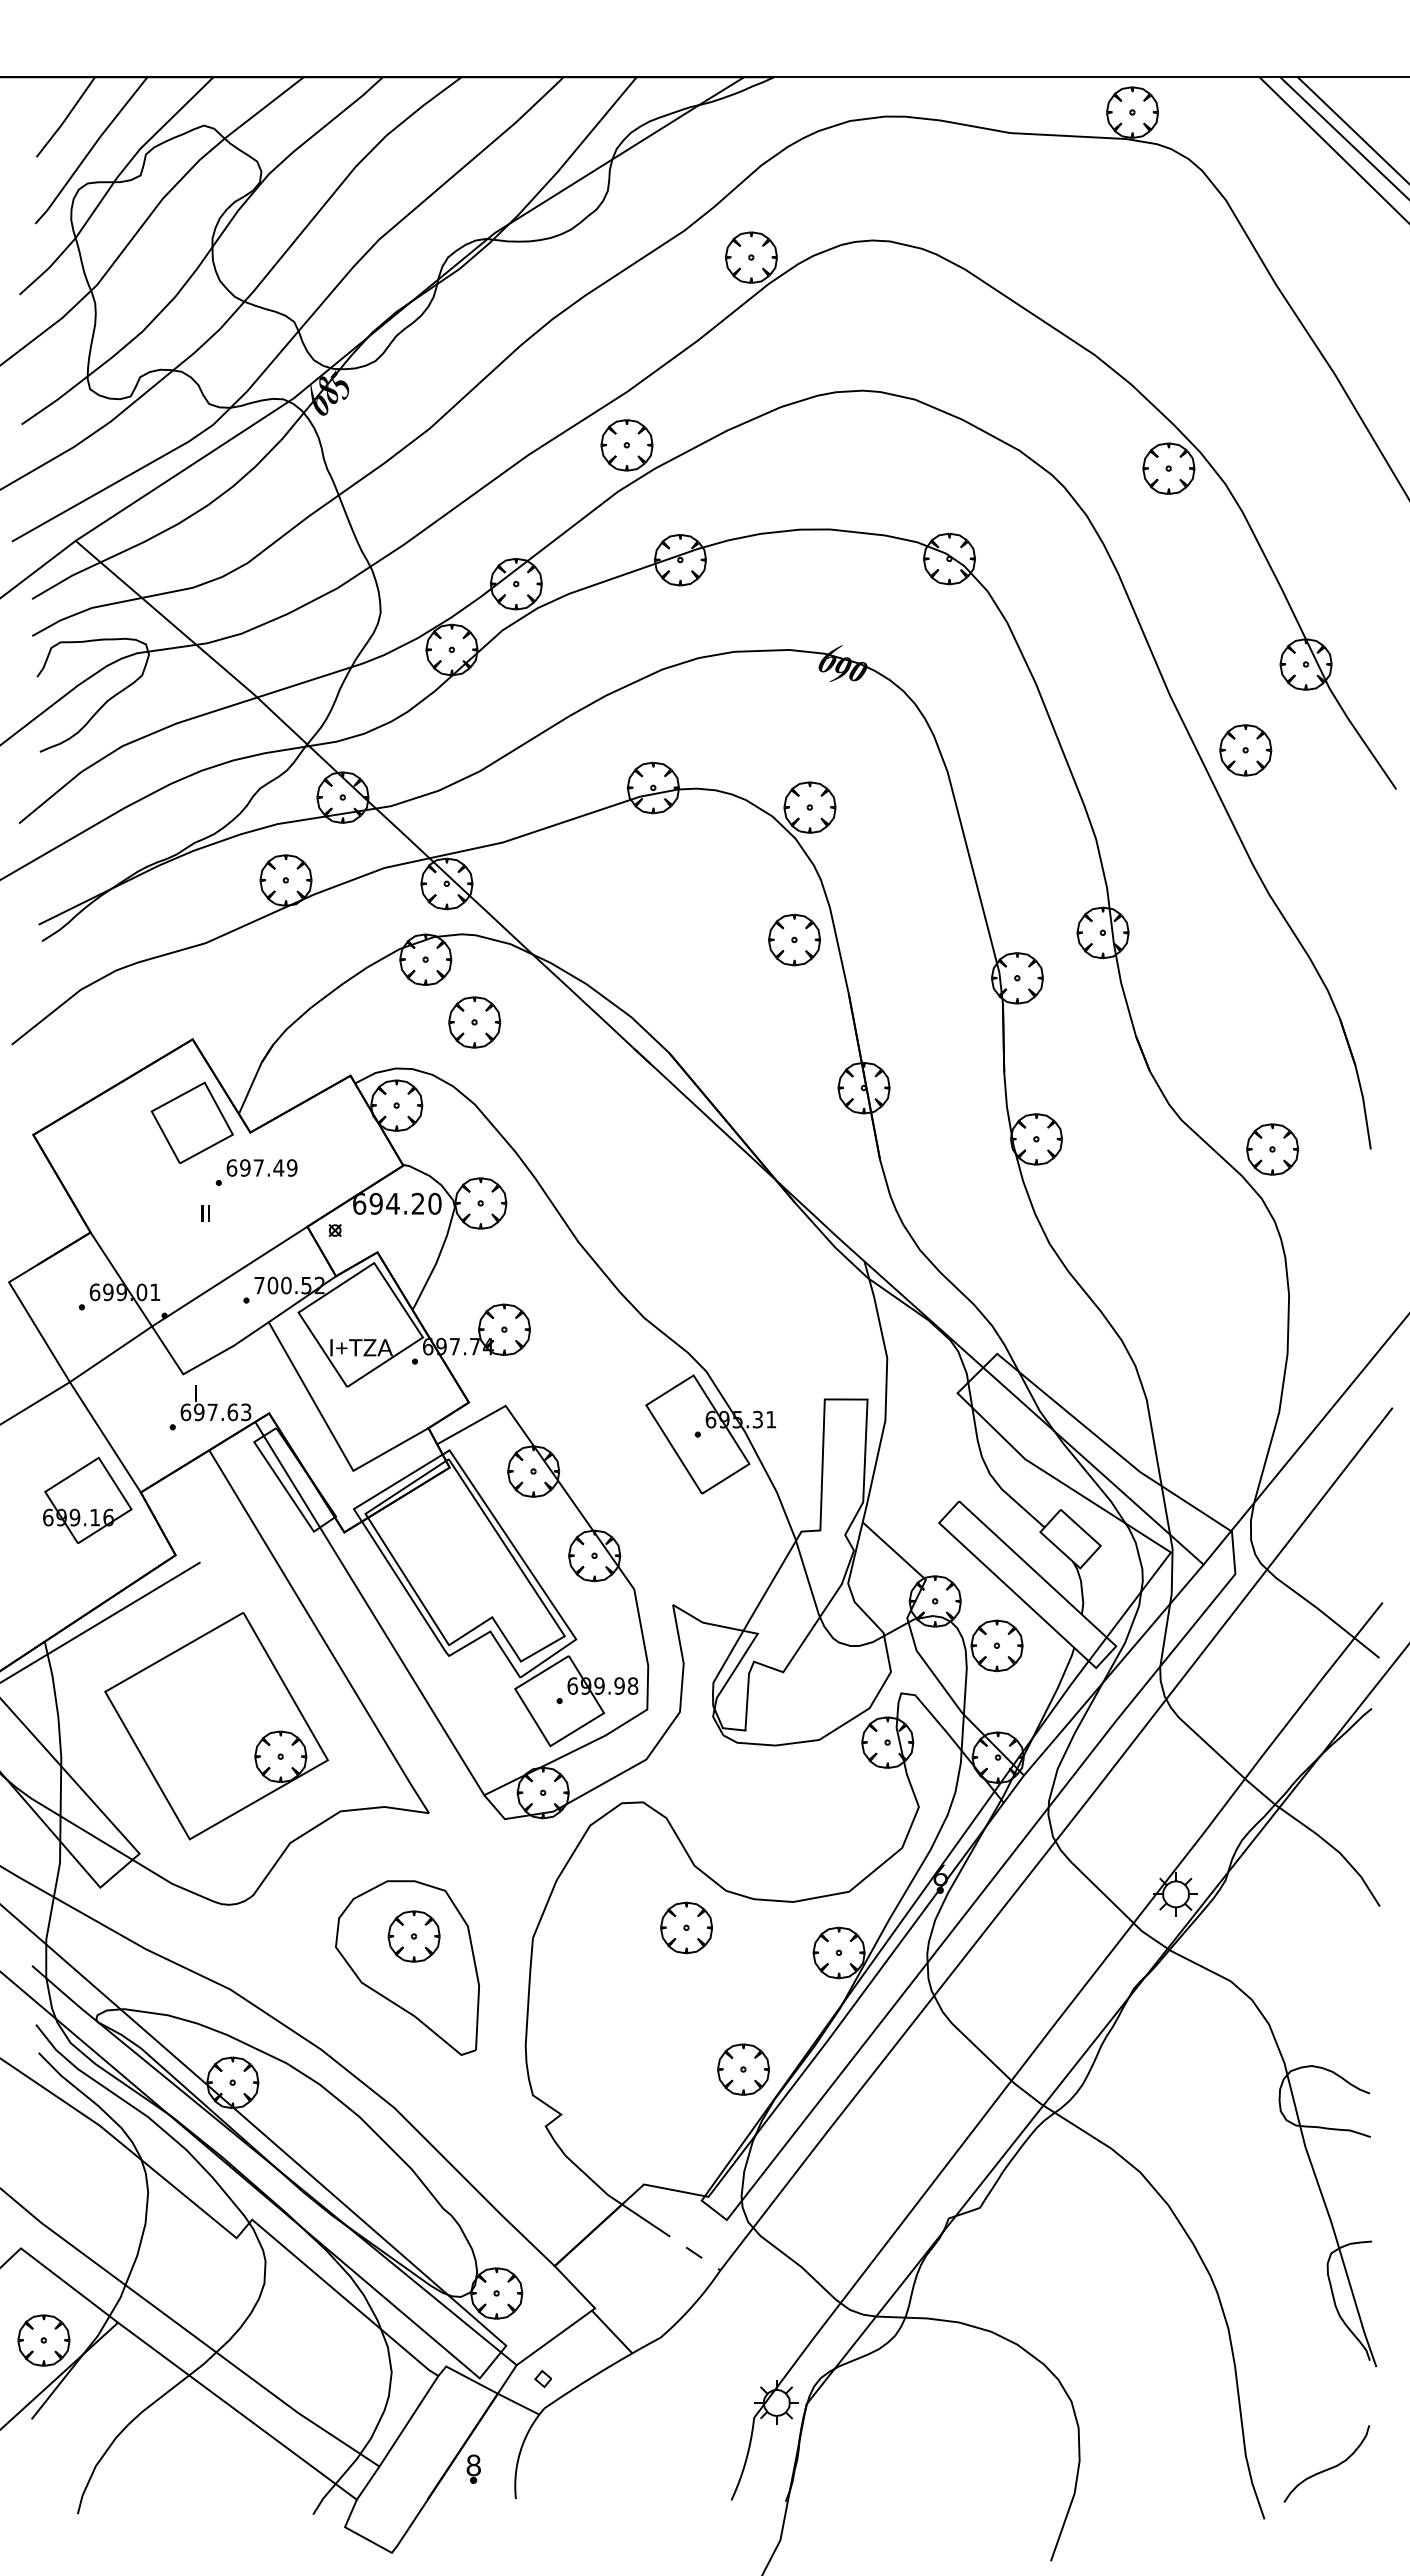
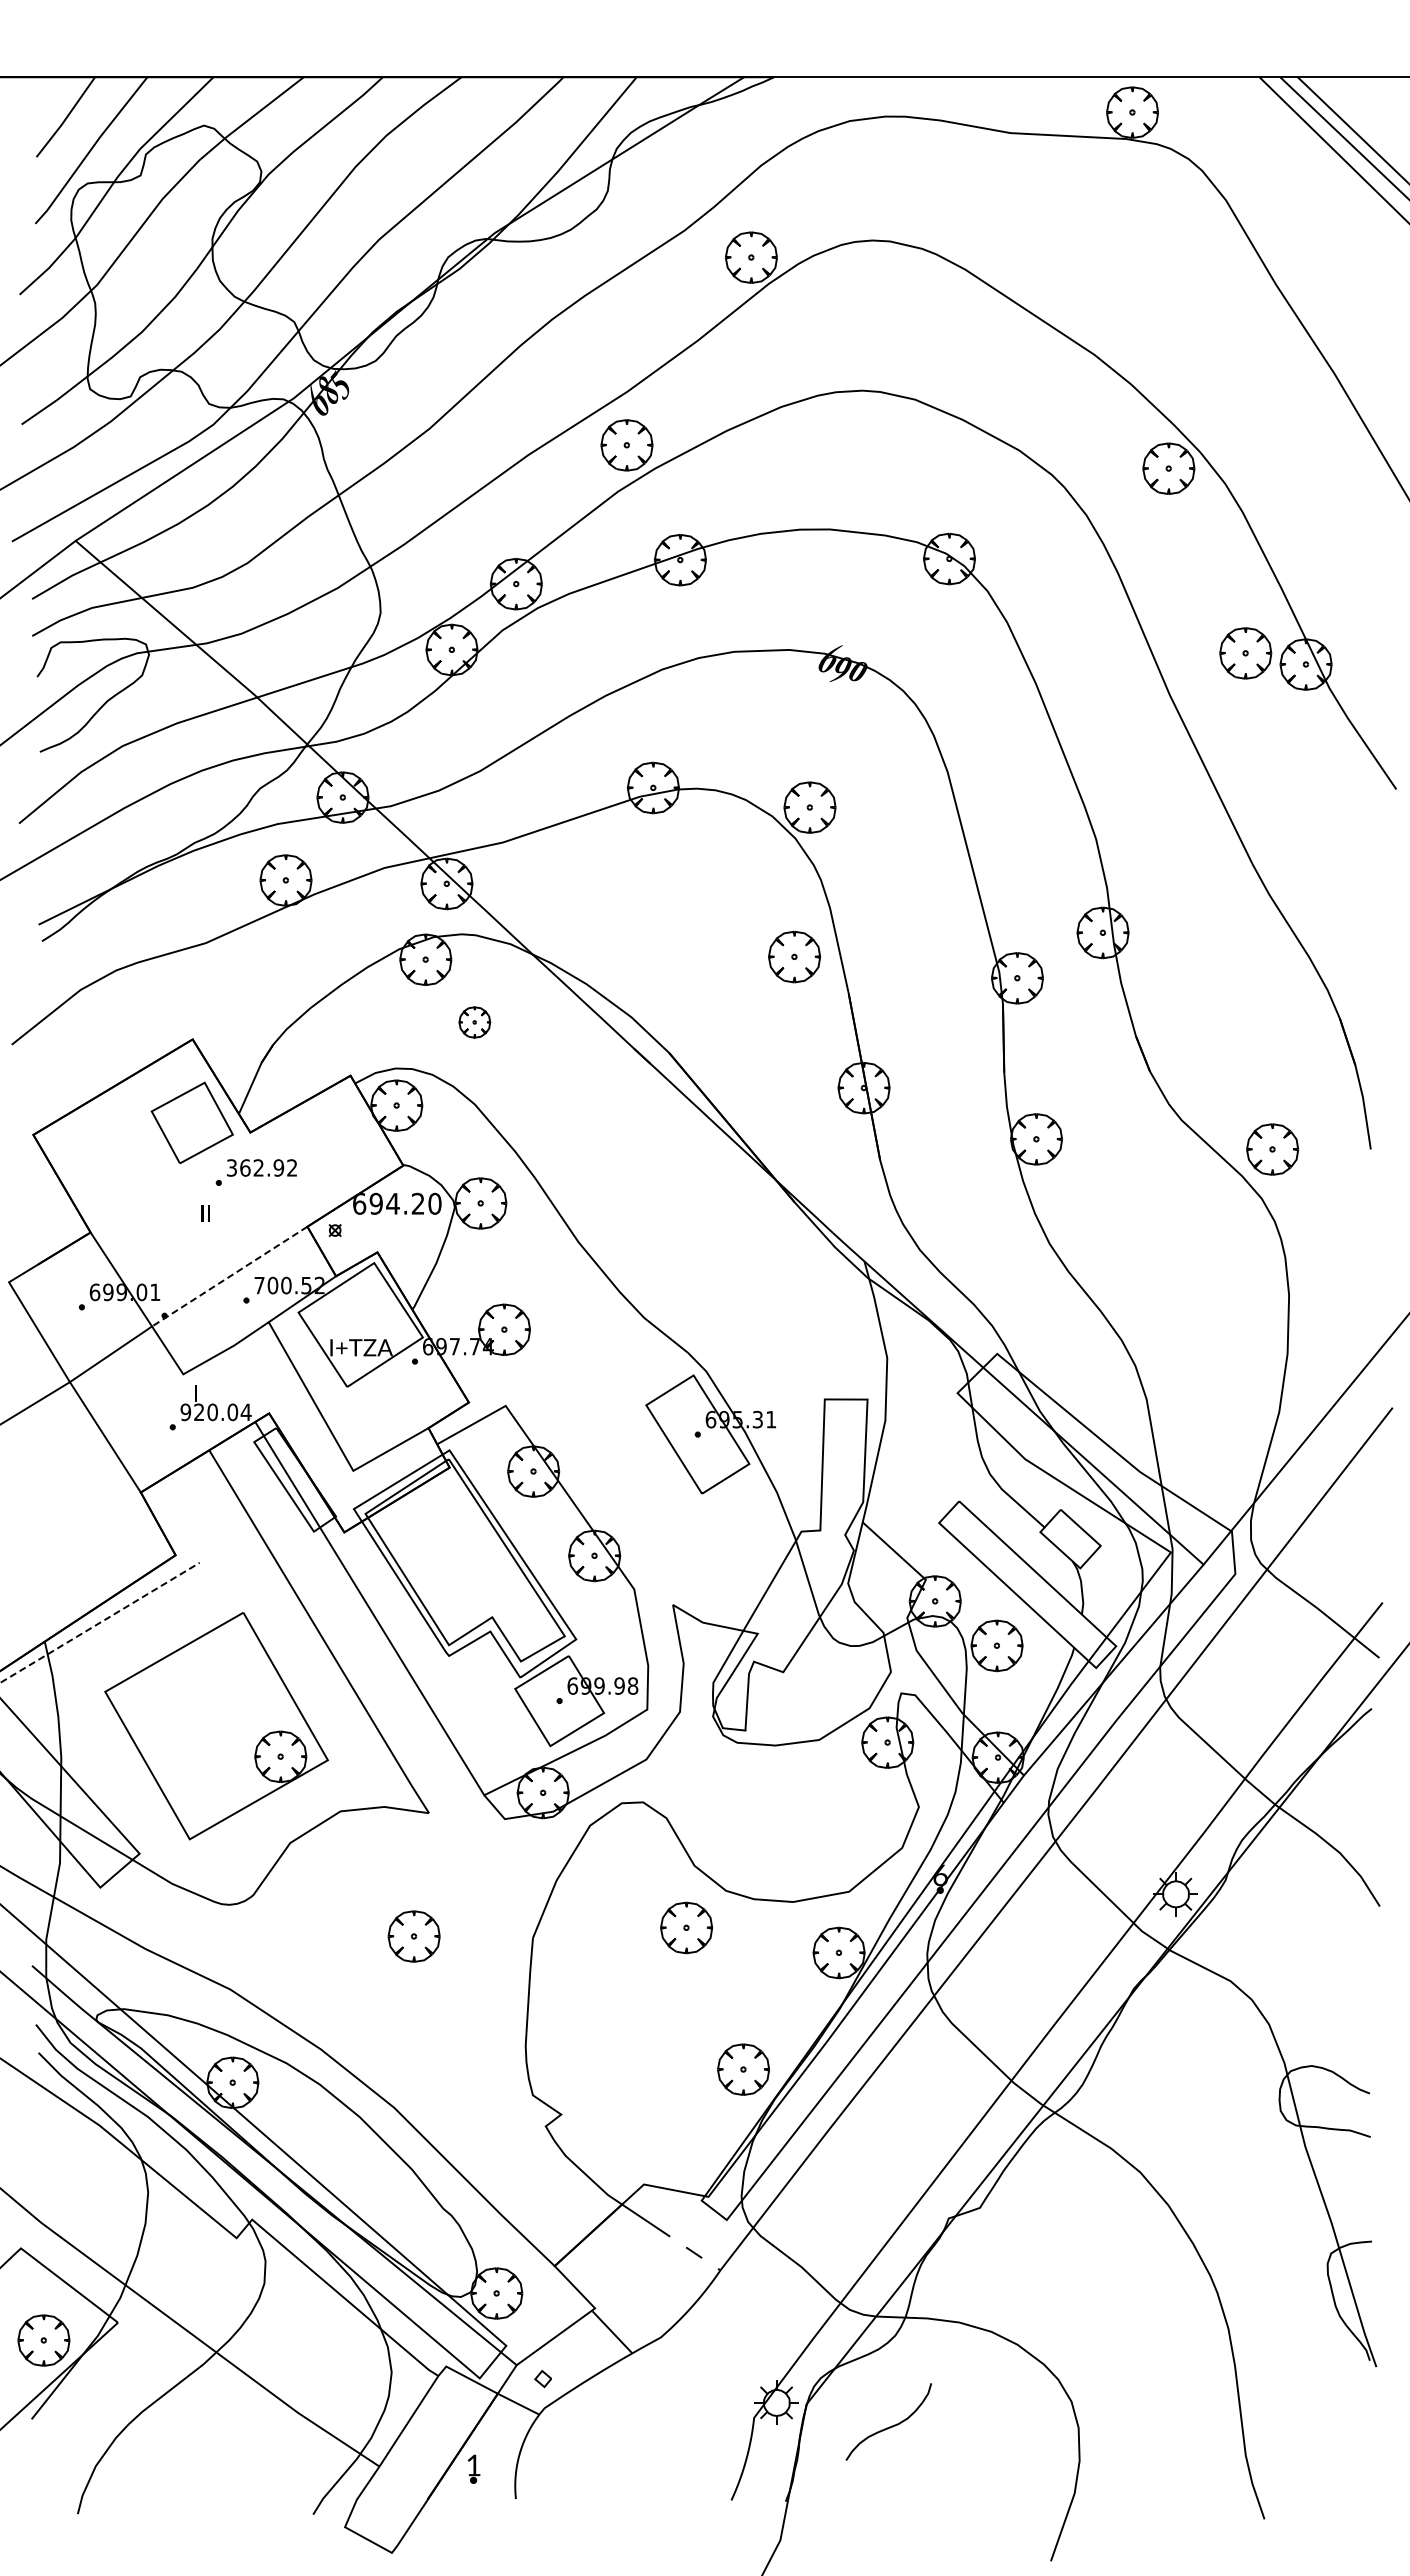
part at (1245, 750) position: (1245, 750) -> (1245, 653)
part at (794, 939) position: (794, 939) -> (794, 956)
part at (474, 1022) size: 54x53 px -> 34x33 px
text at (261, 1167): 697.49 -> 362.92
line at (229, 1276): solid -> dashed
text at (215, 1412): 697.63 -> 920.04
part at (87, 1499): present -> none
line at (100, 1622): solid -> dashed
part at (407, 1967): present -> none
line at (237, 2410): present -> none
text at (473, 2465): 8 -> 1
curve at (1329, 2467) position: (1329, 2467) -> (891, 2425)
